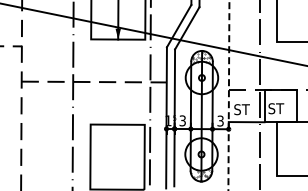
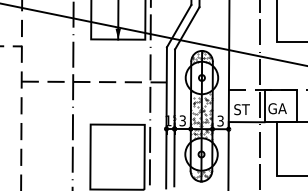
line at (228, 95): dashed -> solid
text at (277, 108): ST -> GA
hatch at (201, 116): none -> present
